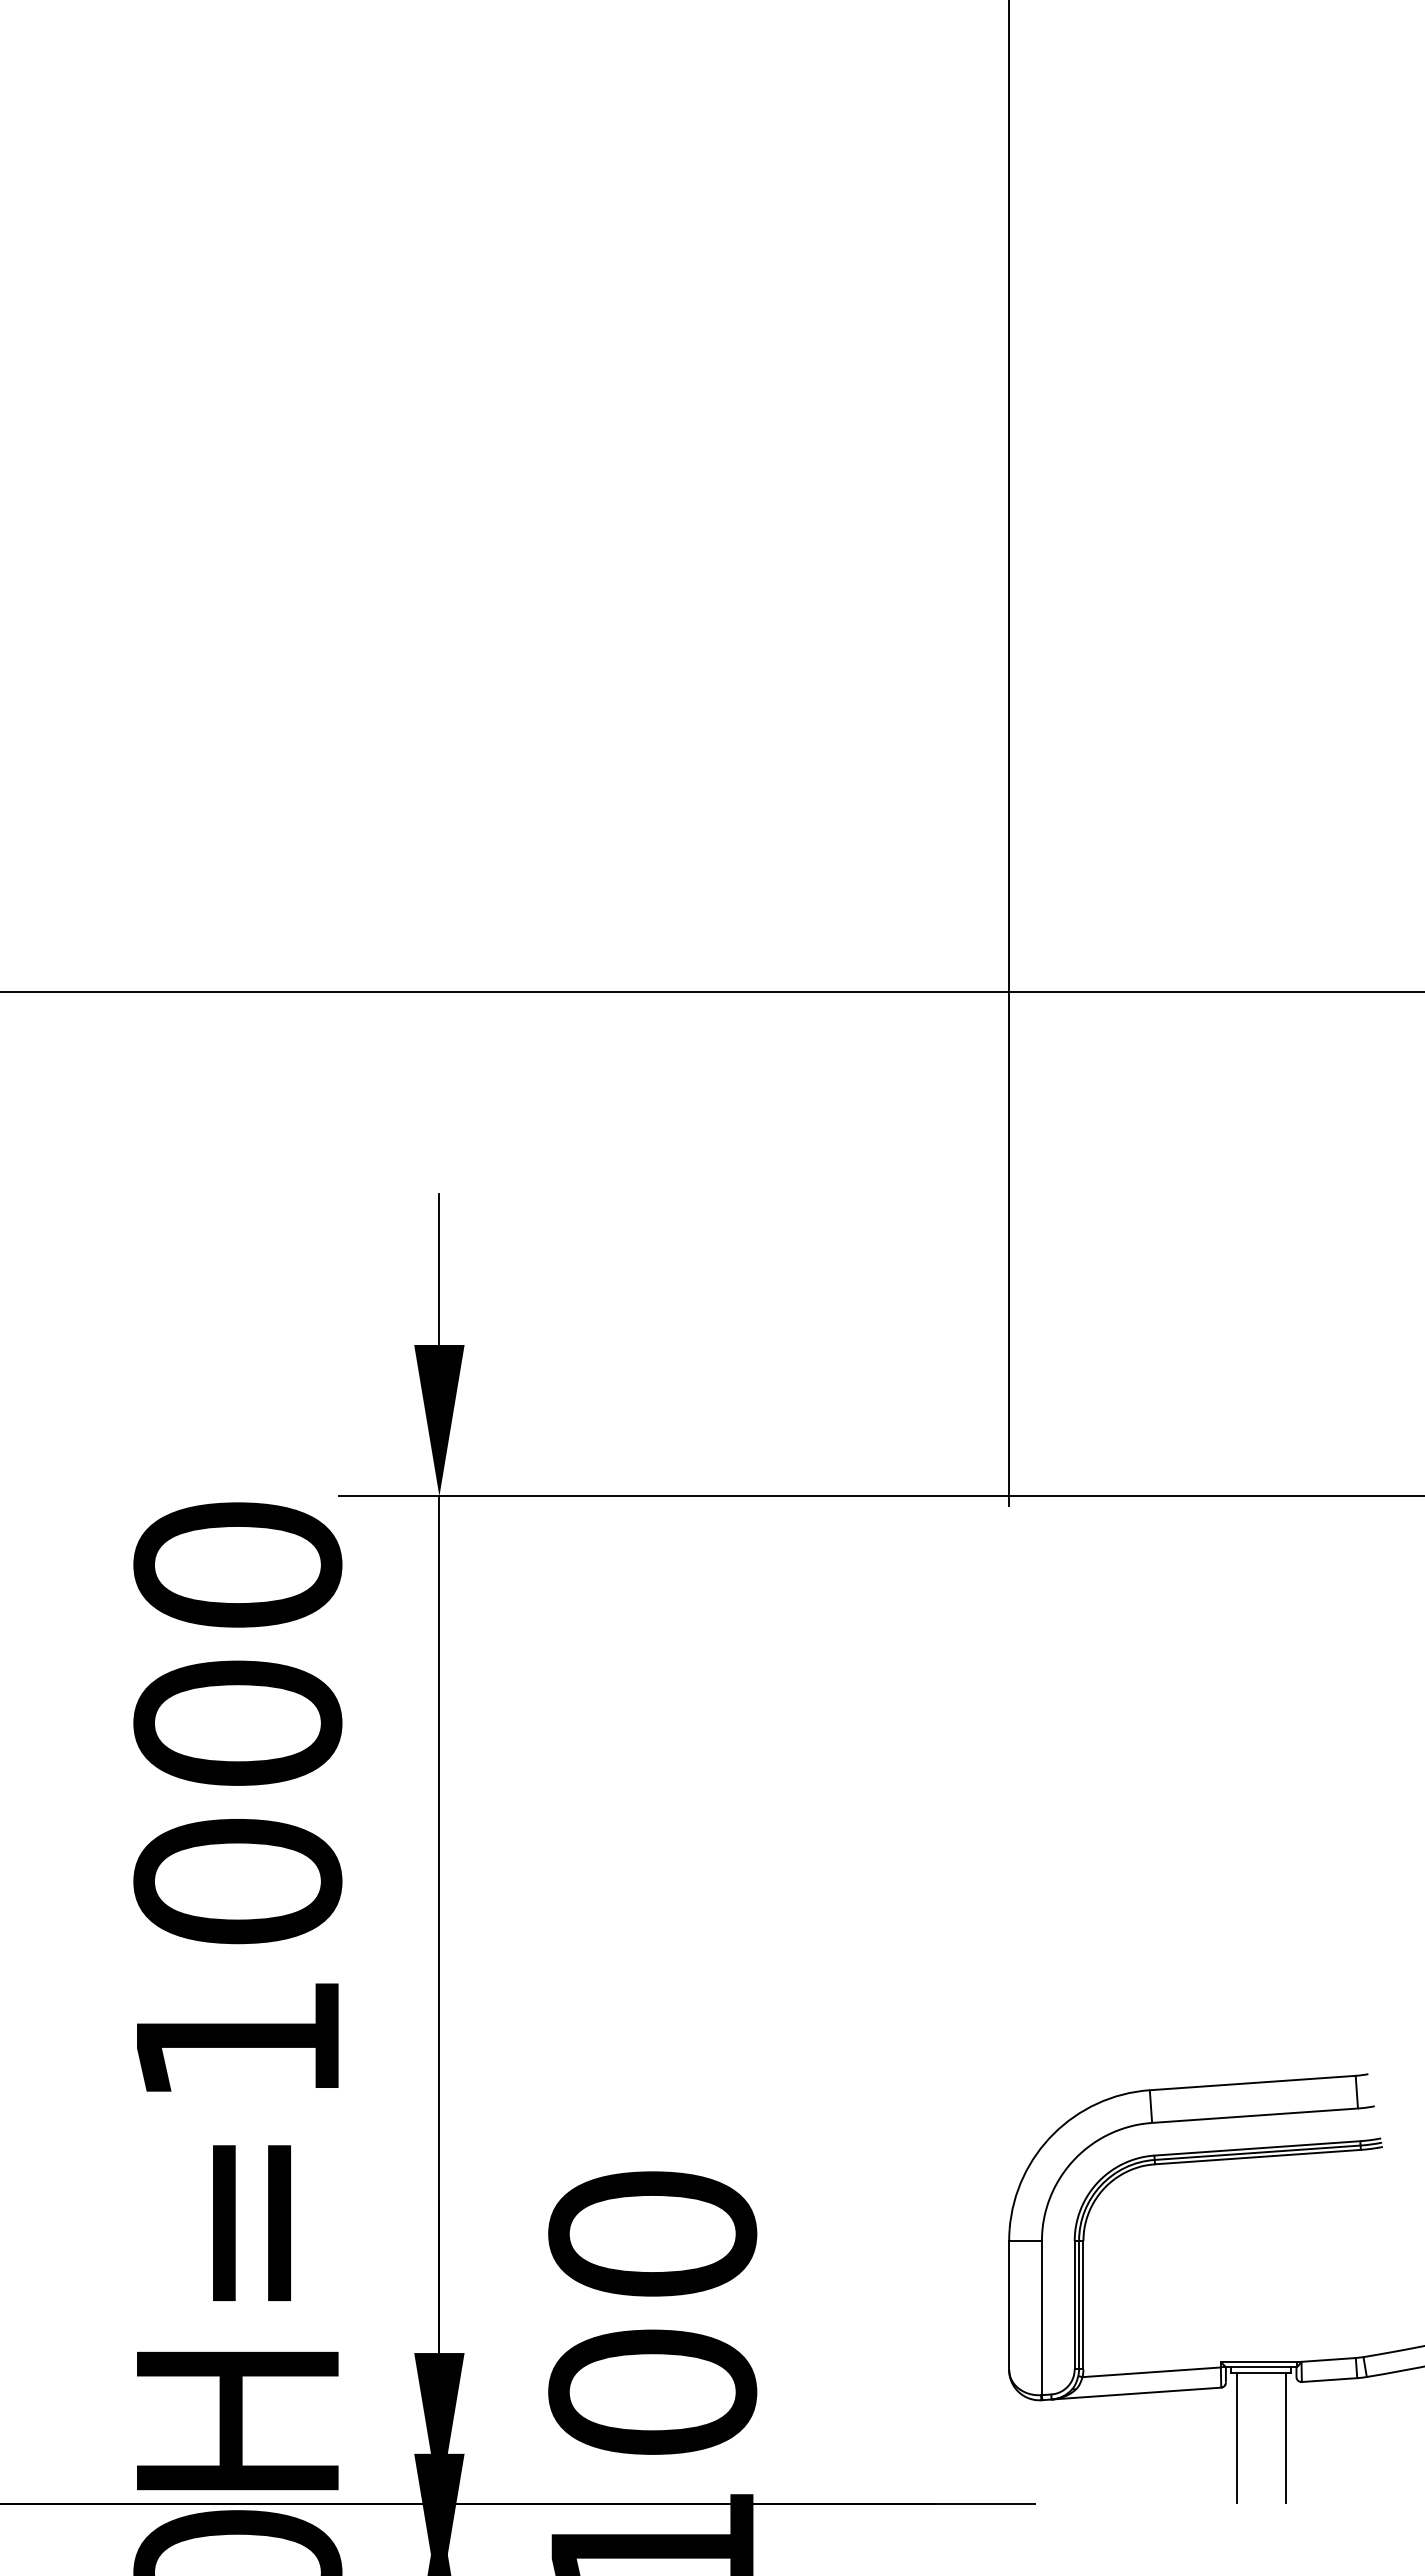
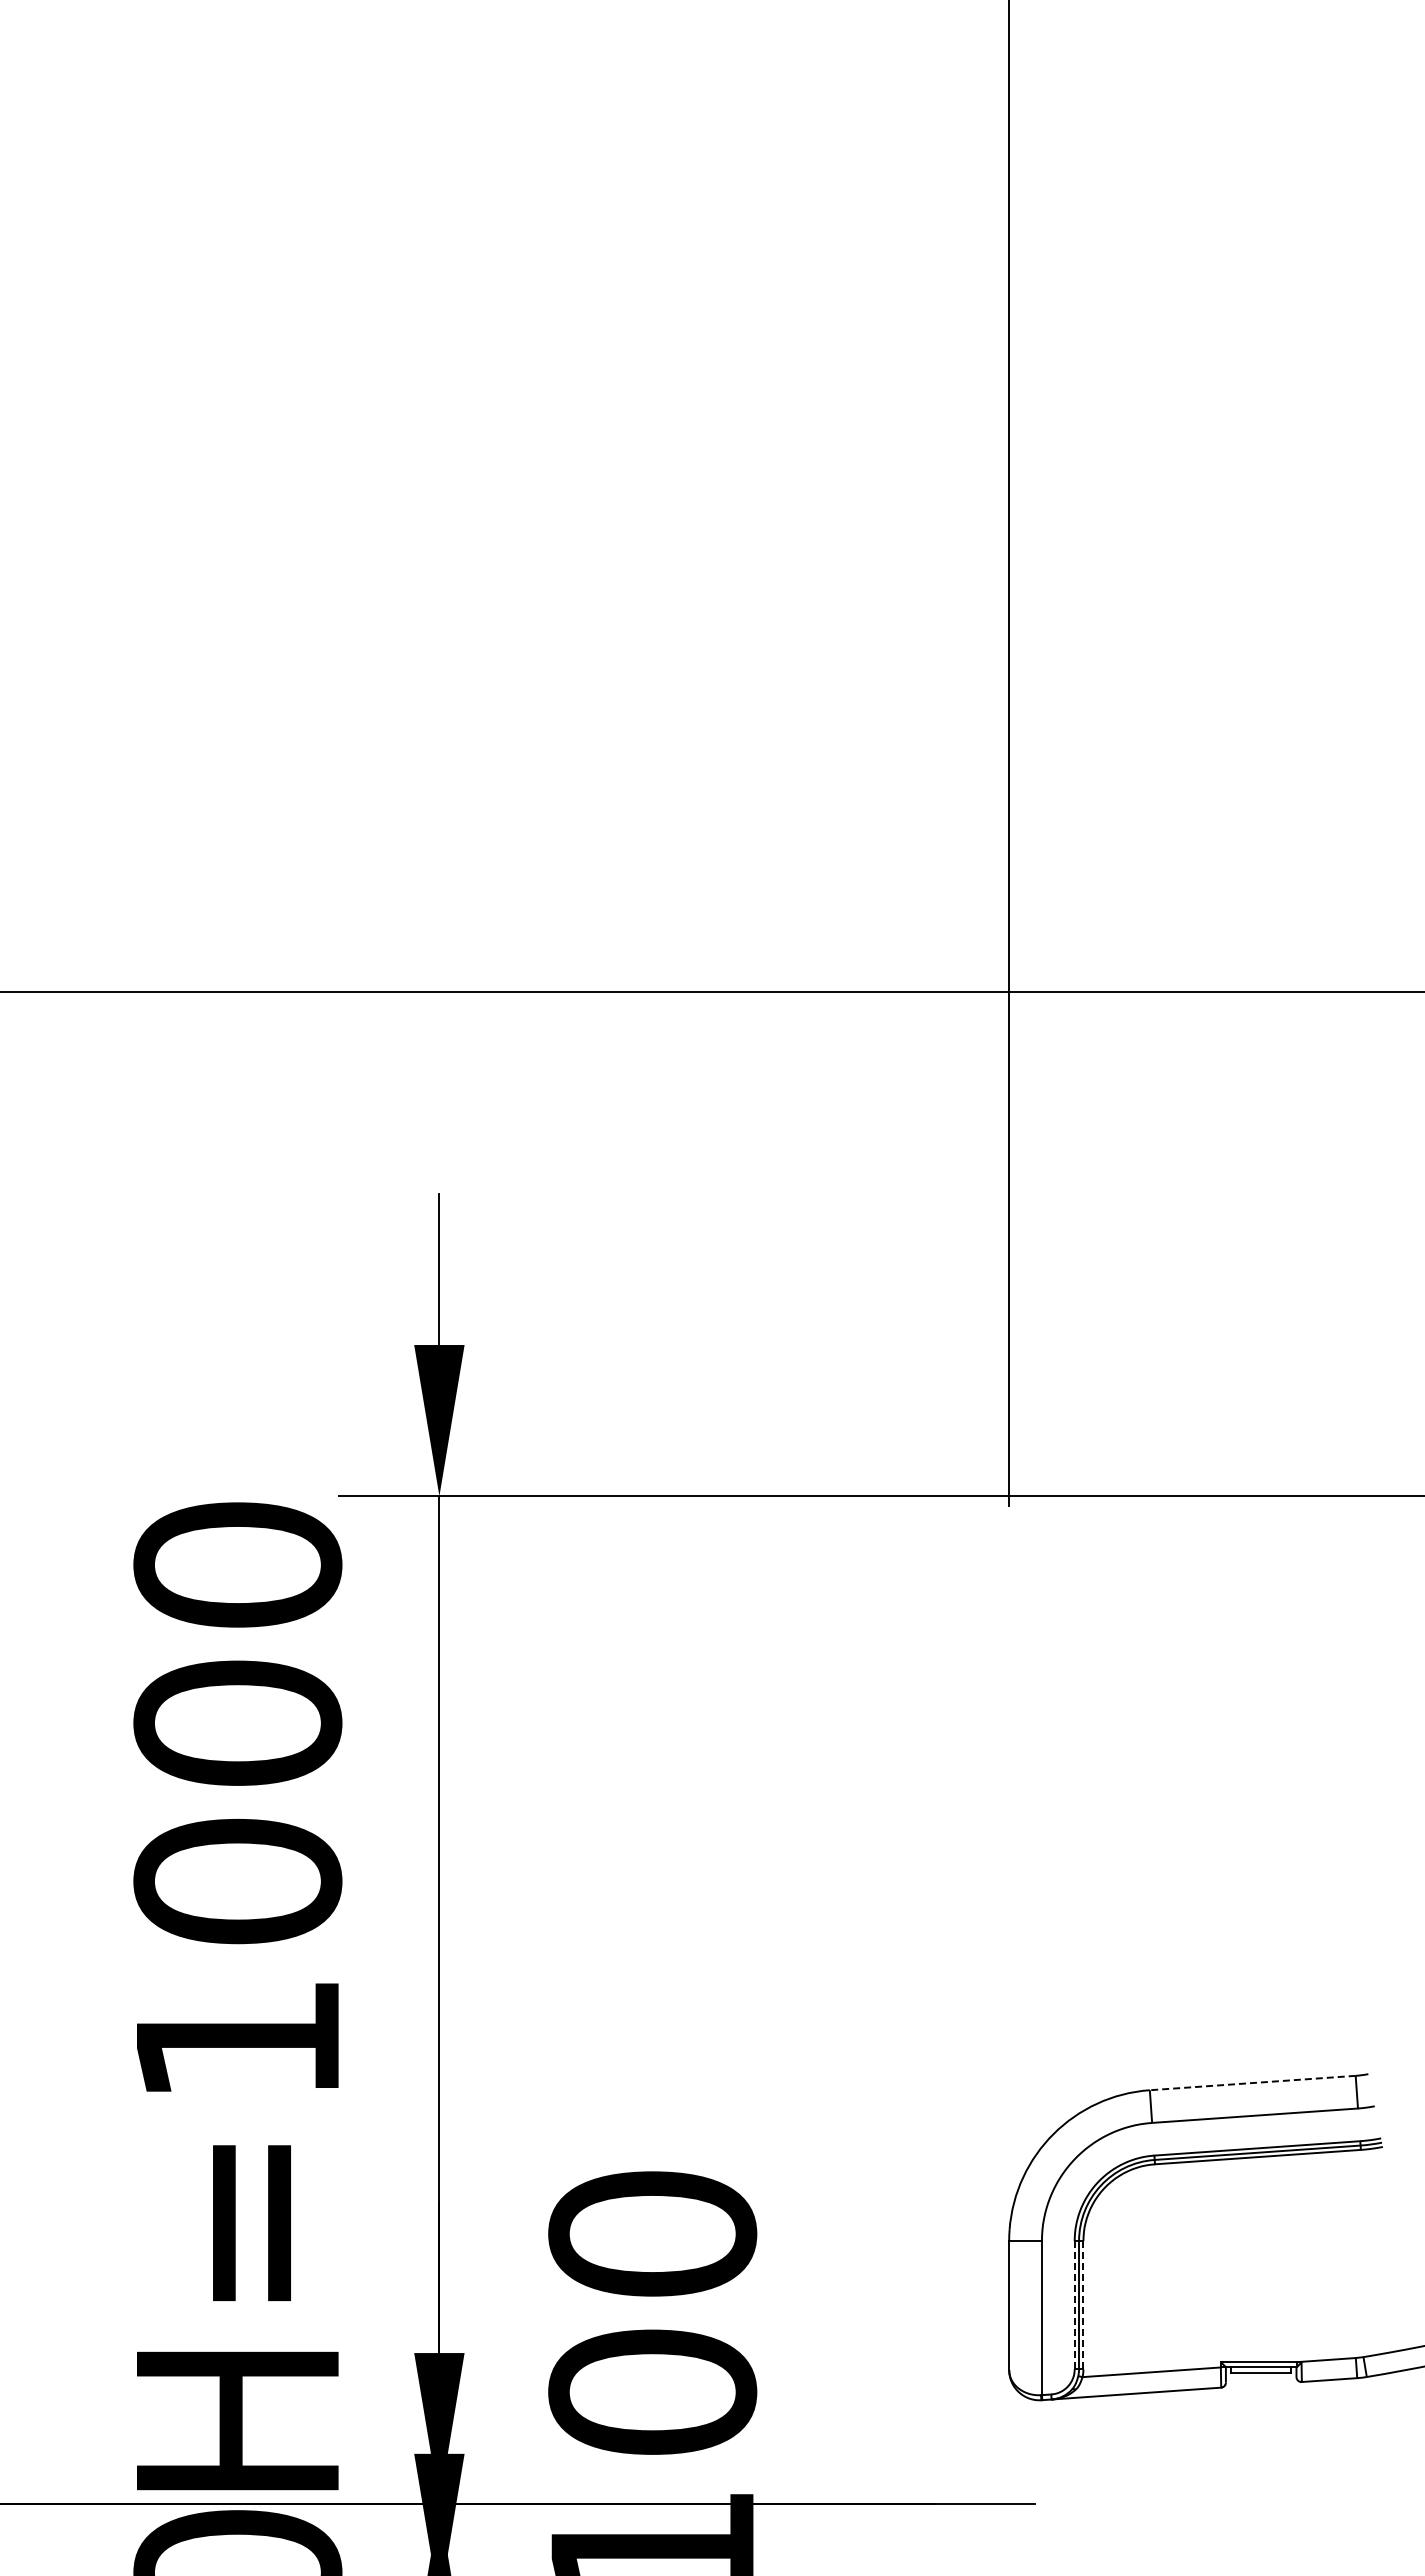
line at (1252, 2083): solid -> dashed
line at (1074, 2304): solid -> dashed
line at (1083, 2304): solid -> dashed
line at (1236, 2438): present -> none
line at (1285, 2438): present -> none
